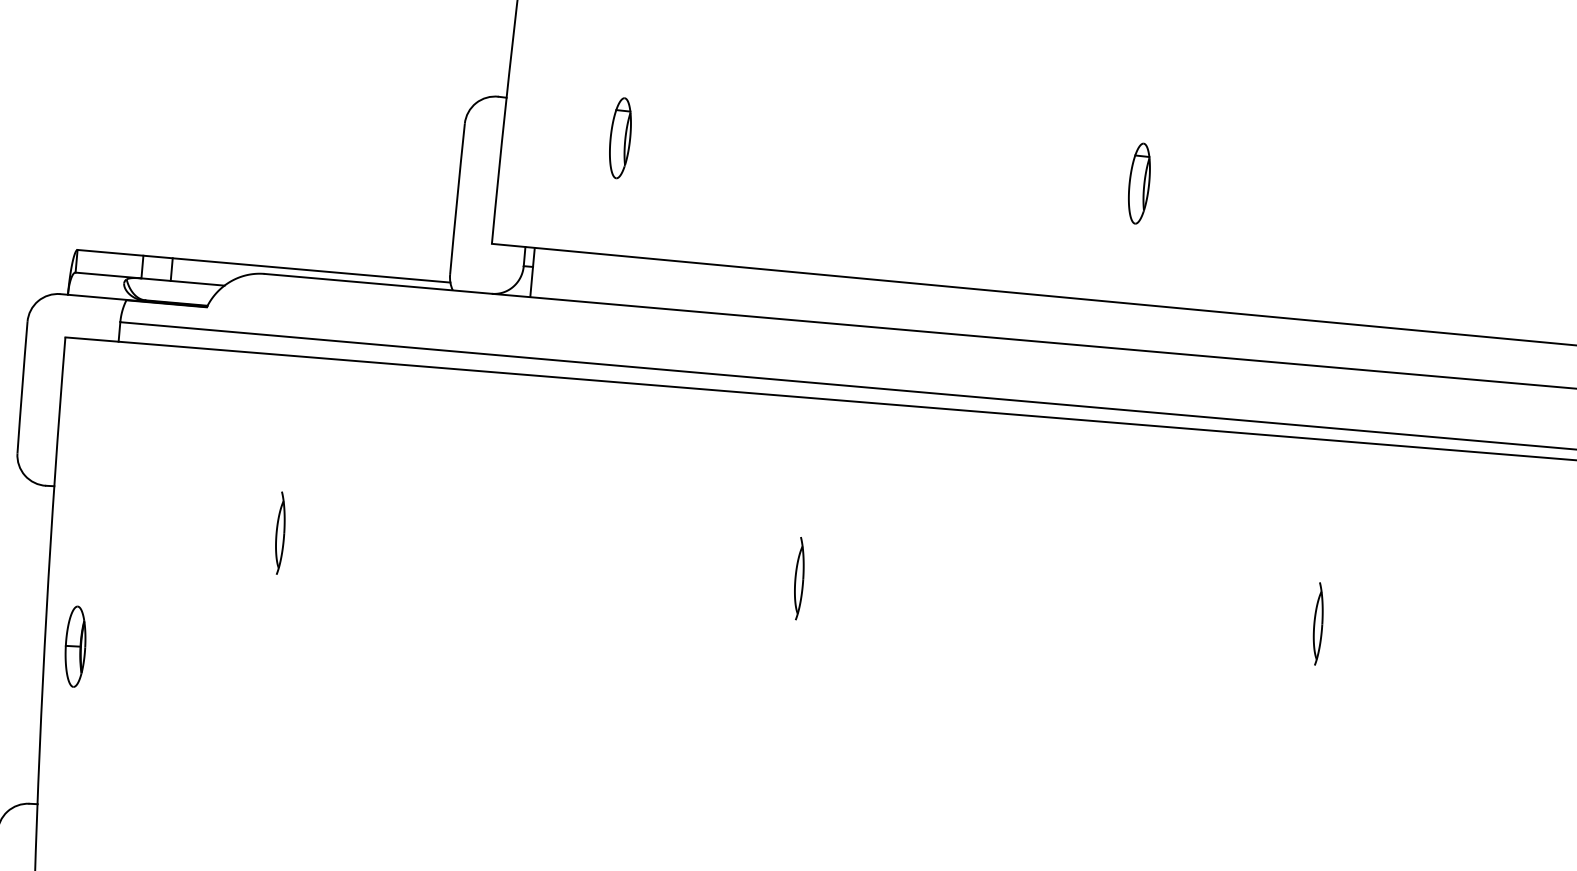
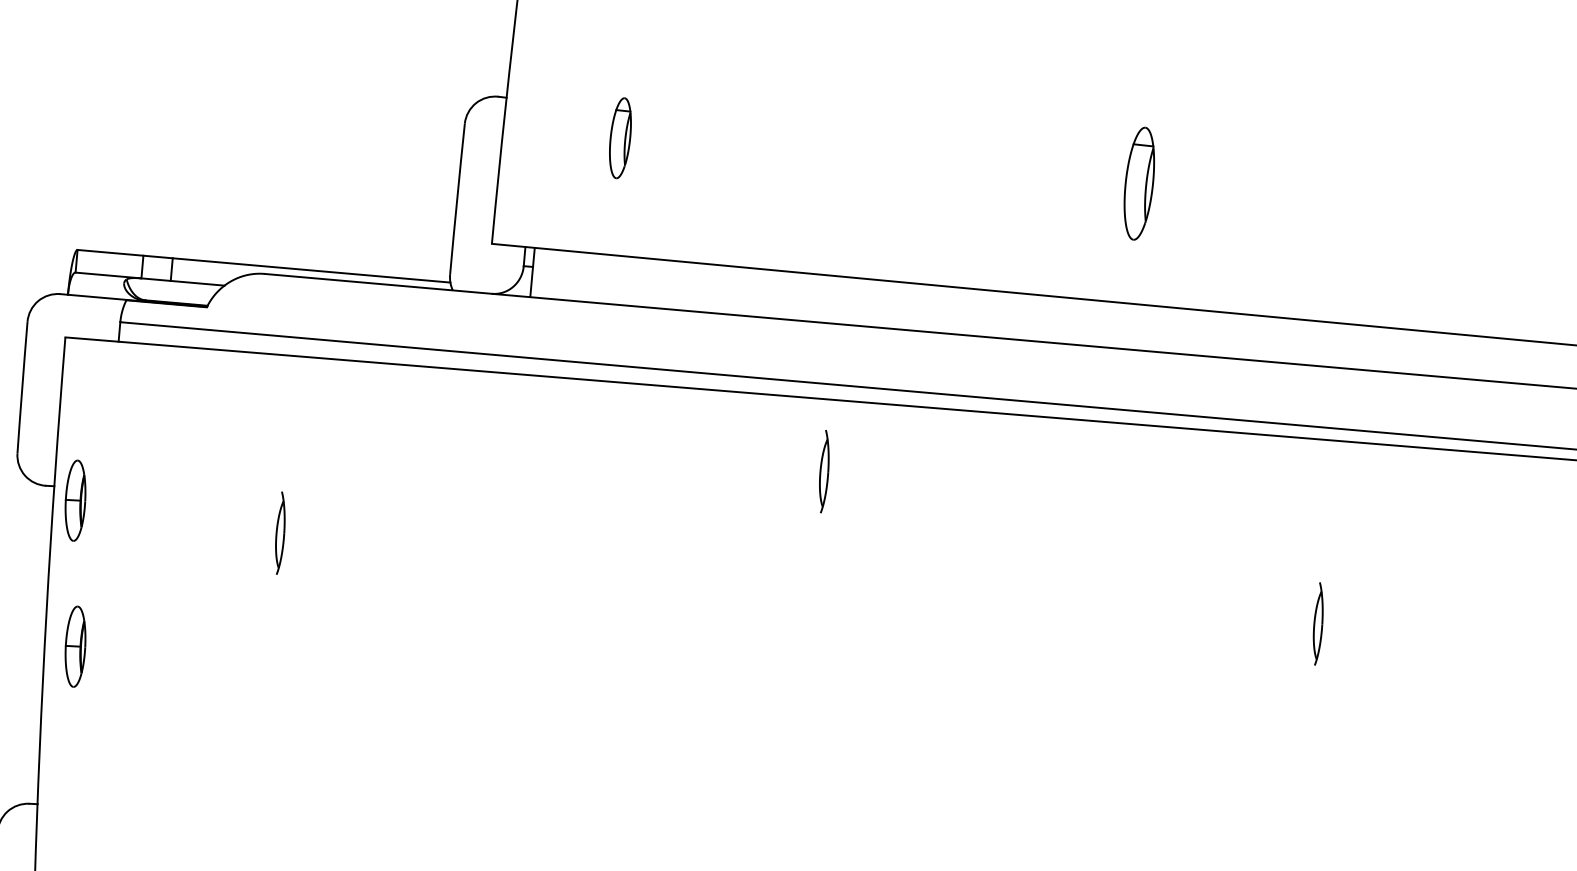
part at (1139, 183) size: 23x83 px -> 32x115 px
part at (75, 500): none -> present
part at (799, 578) position: (799, 578) -> (824, 471)
